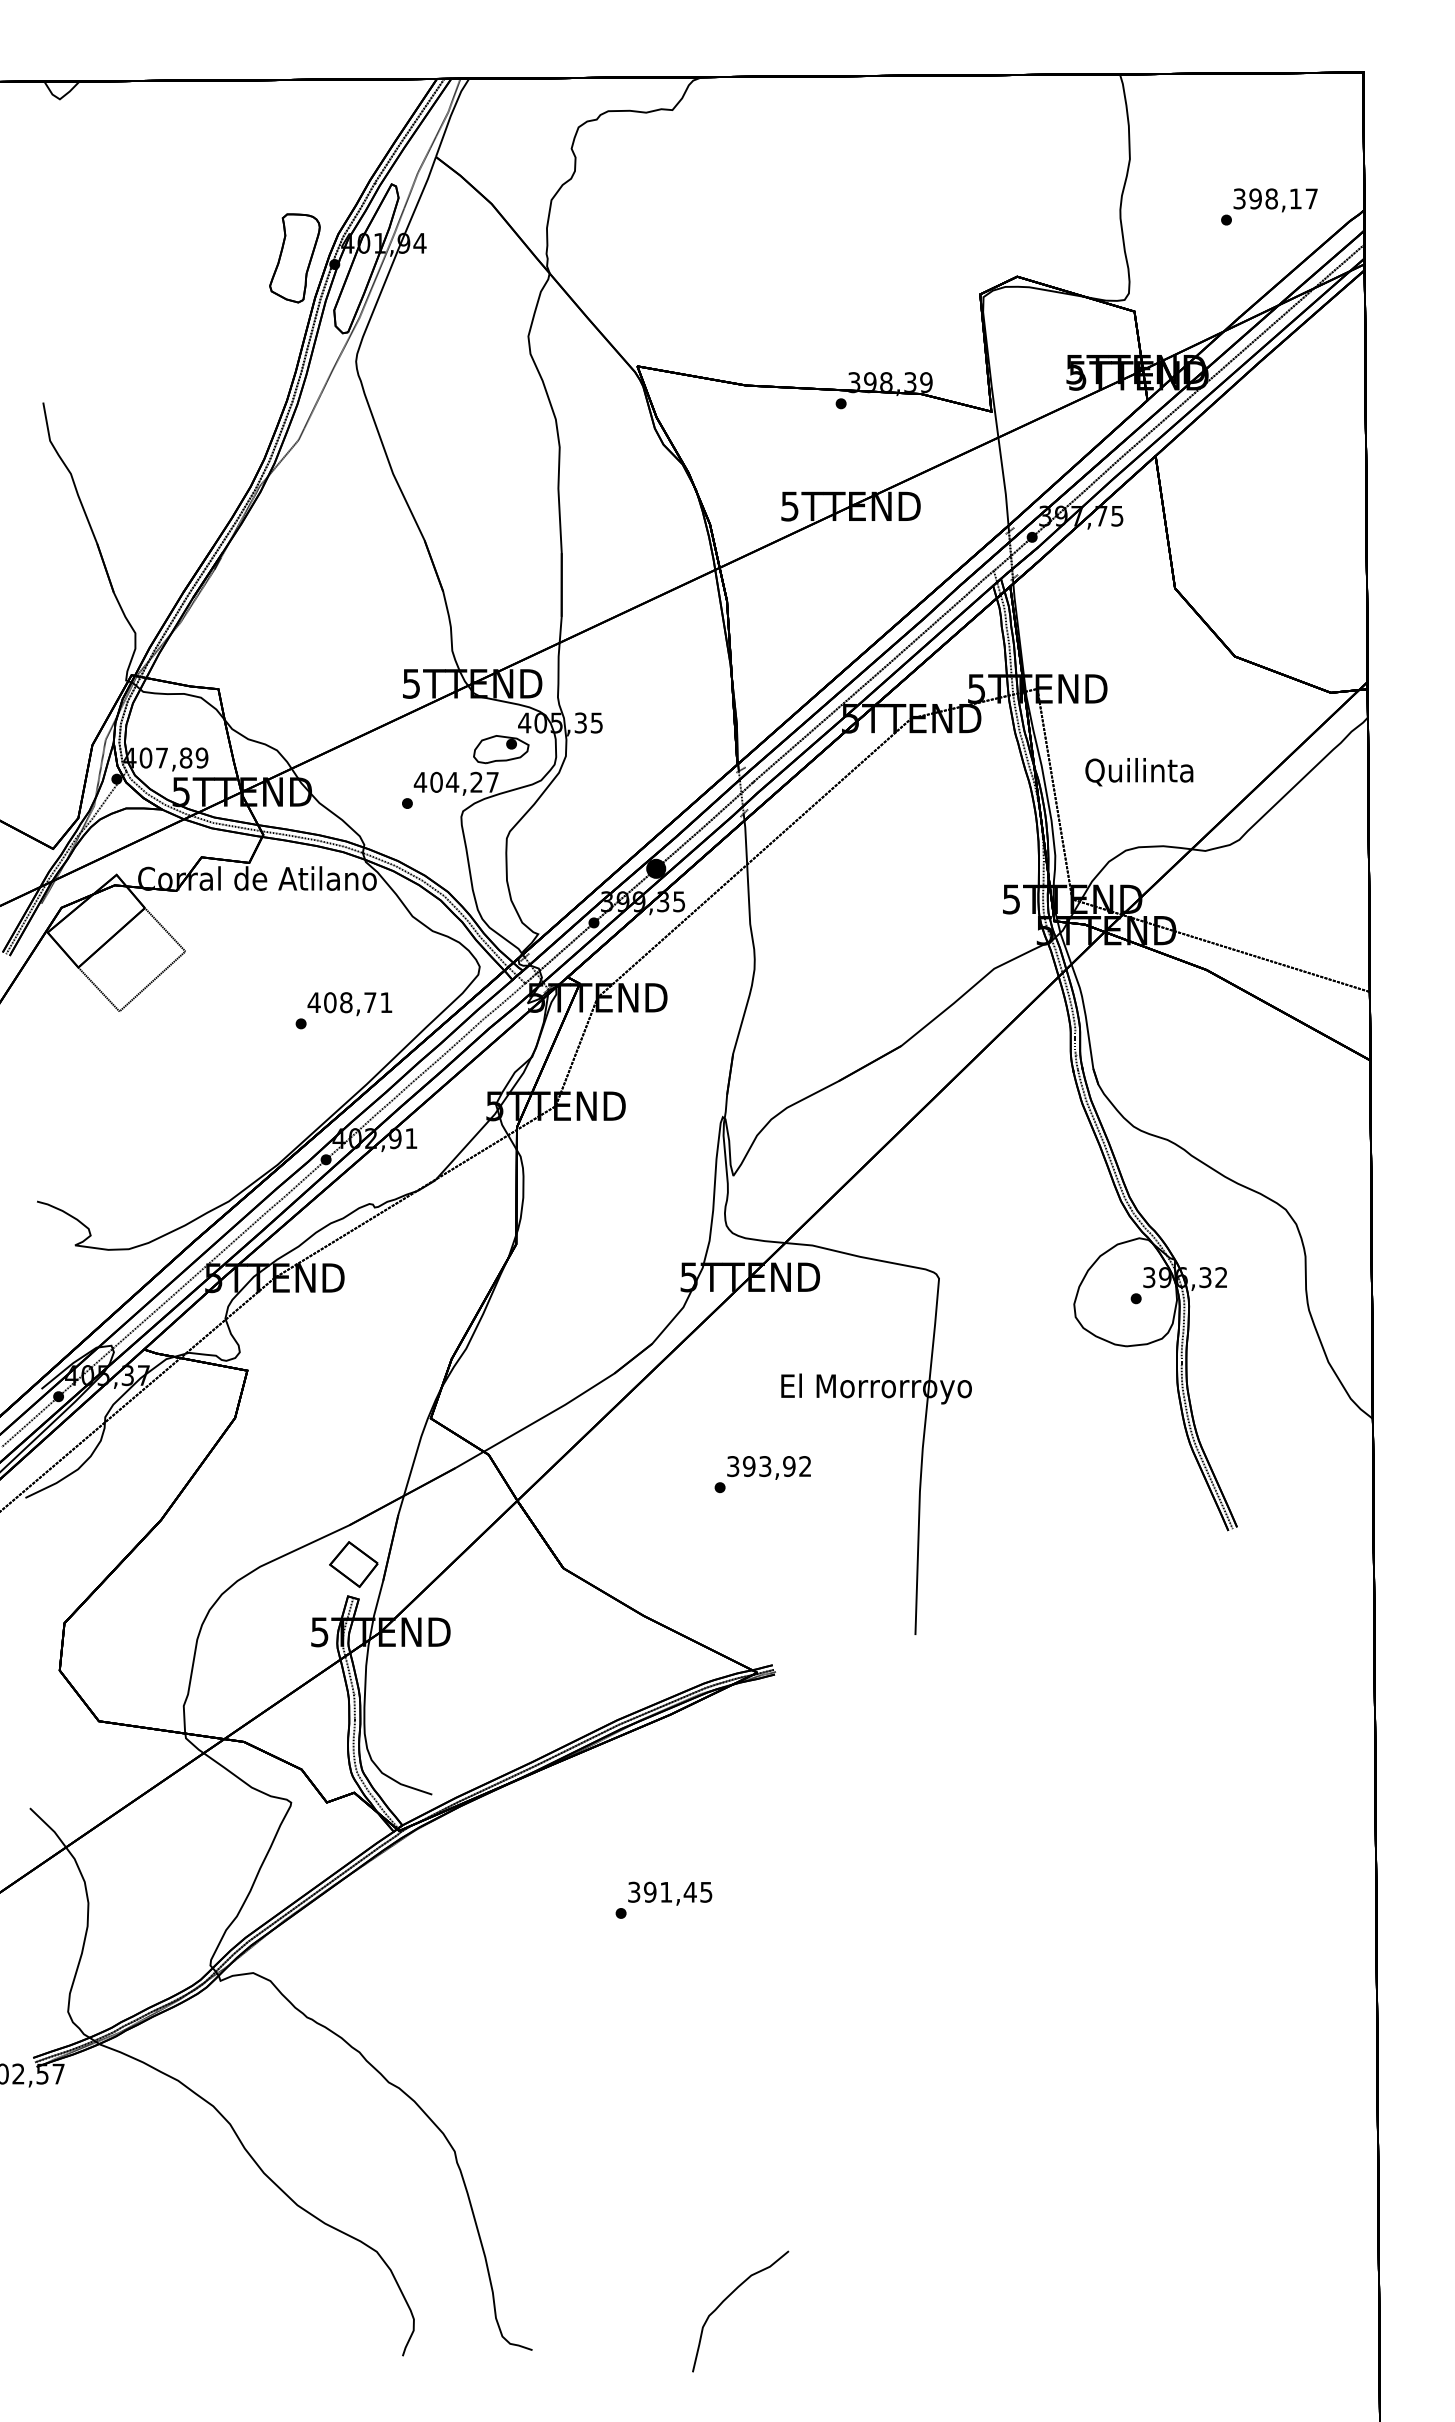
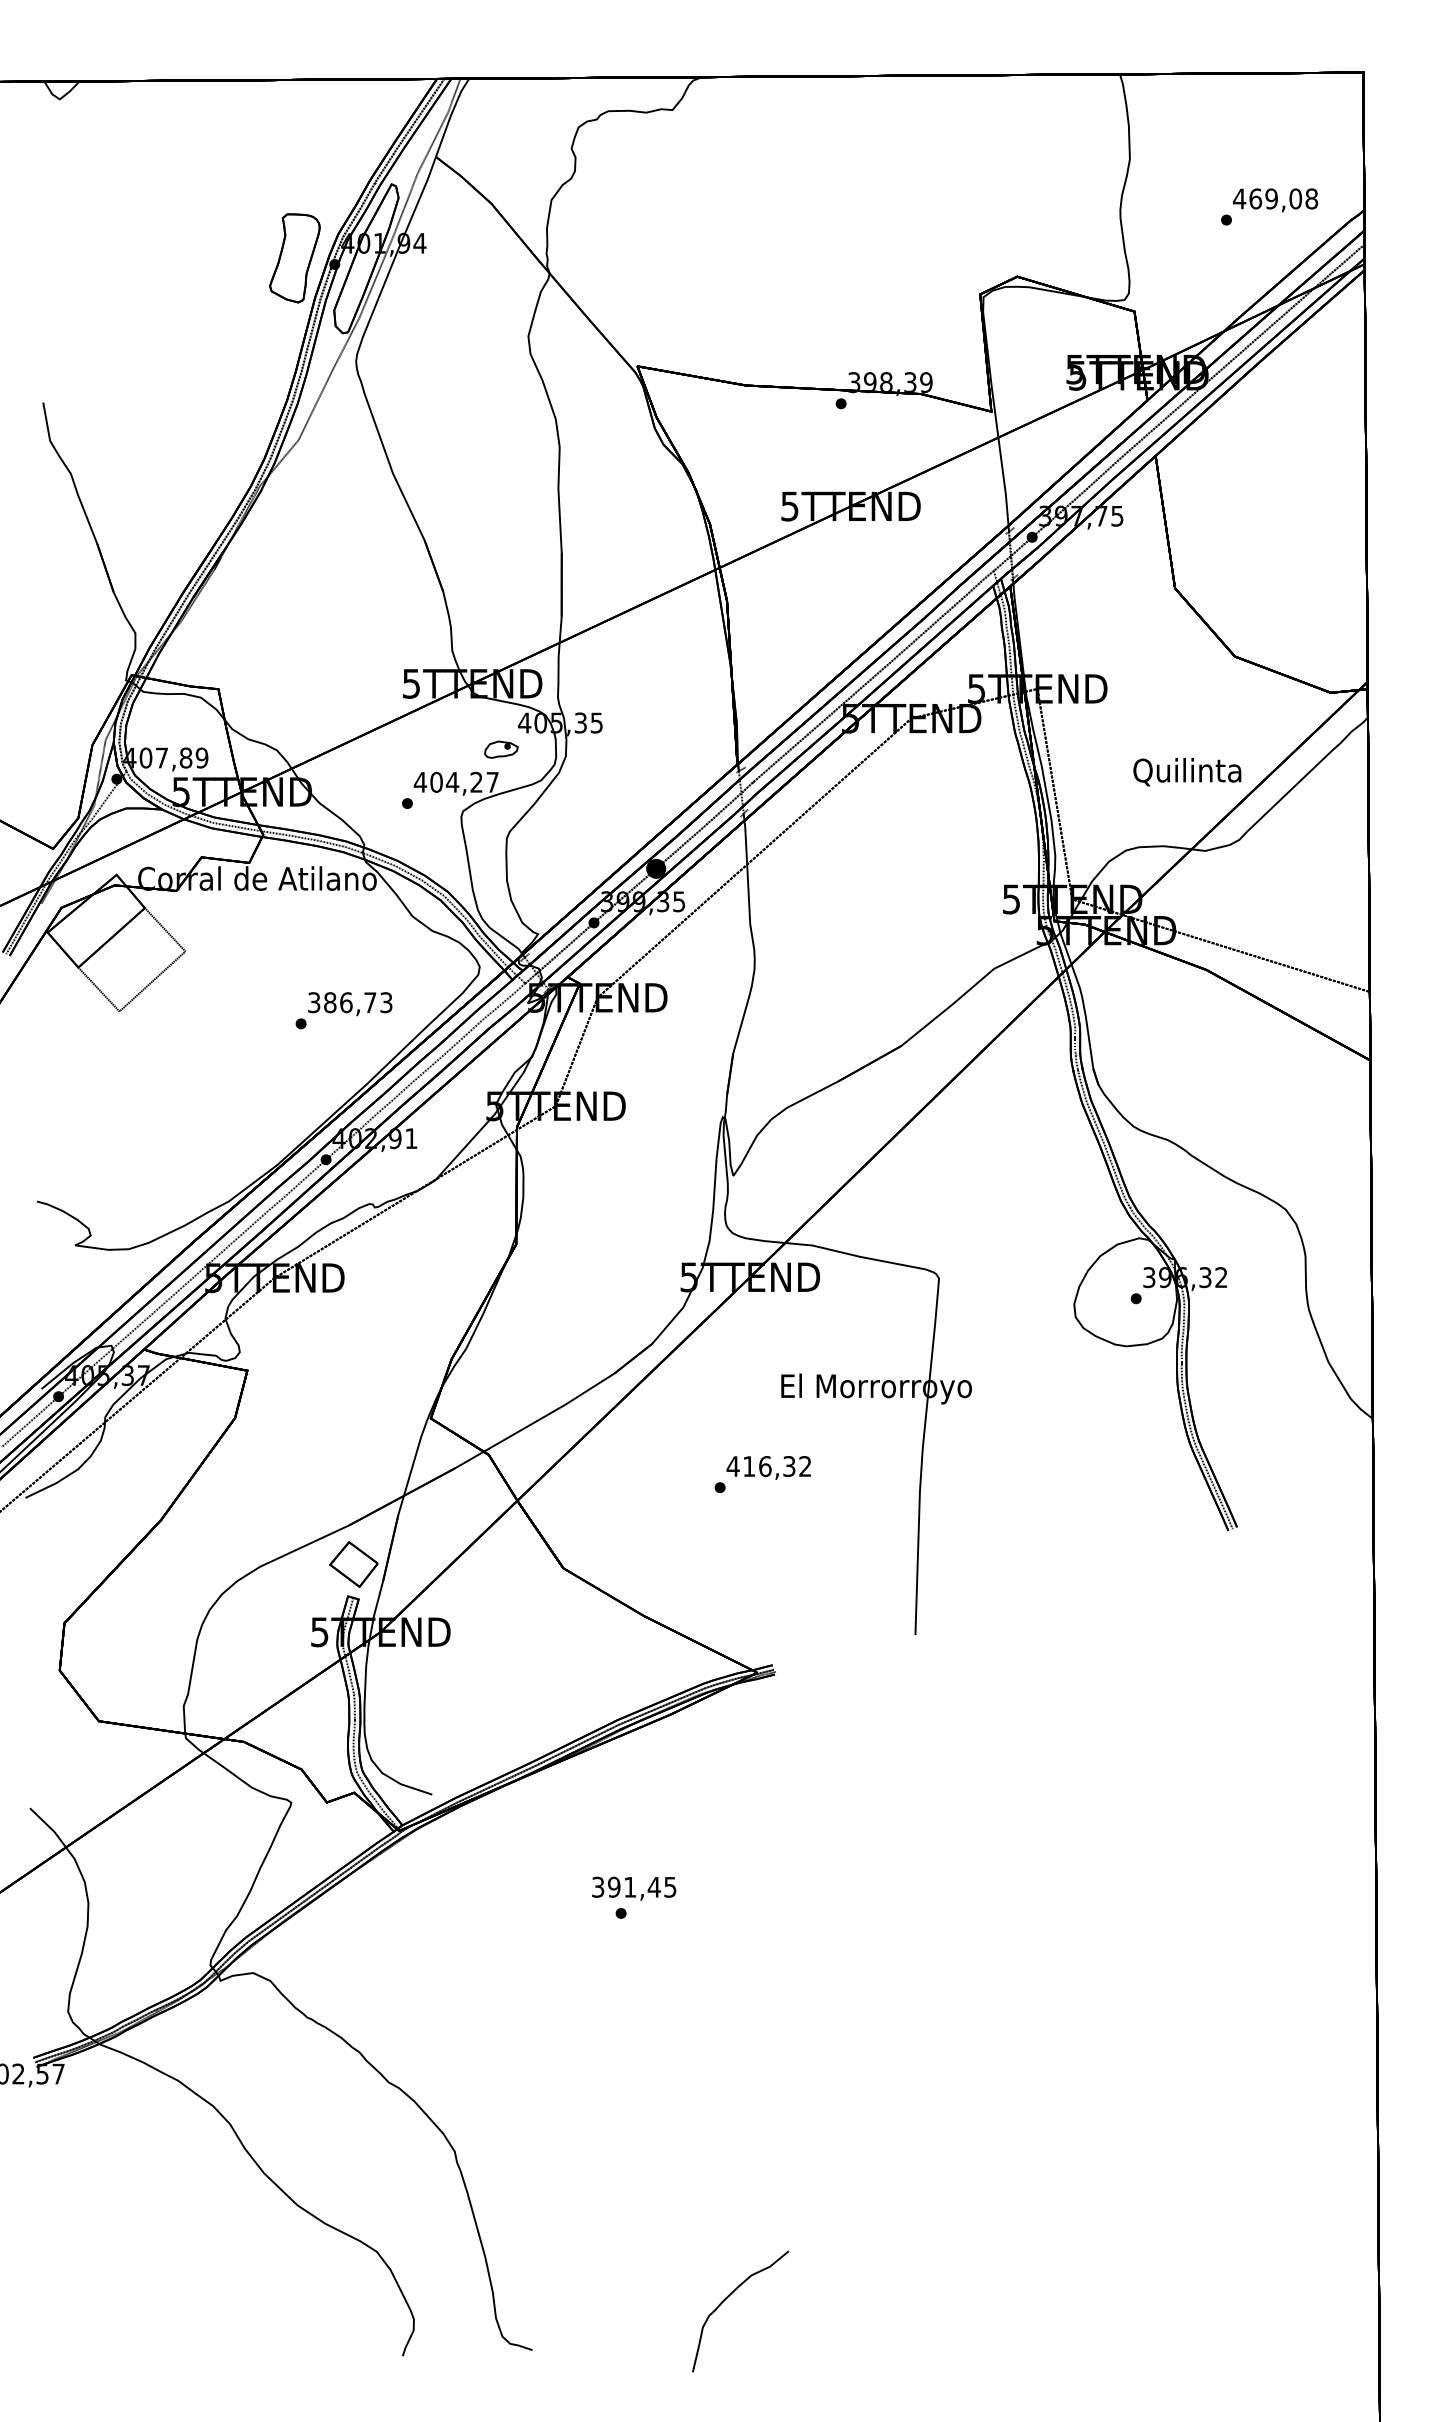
text at (1275, 198): 398,17 -> 469,08
part at (501, 749) size: 57x30 px -> 35x19 px
text at (1139, 772) position: (1139, 772) -> (1187, 772)
text at (349, 1002): 408,71 -> 386,73
text at (760, 1466): 393,92 -> 416,32
text at (670, 1893) position: (670, 1893) -> (634, 1888)
